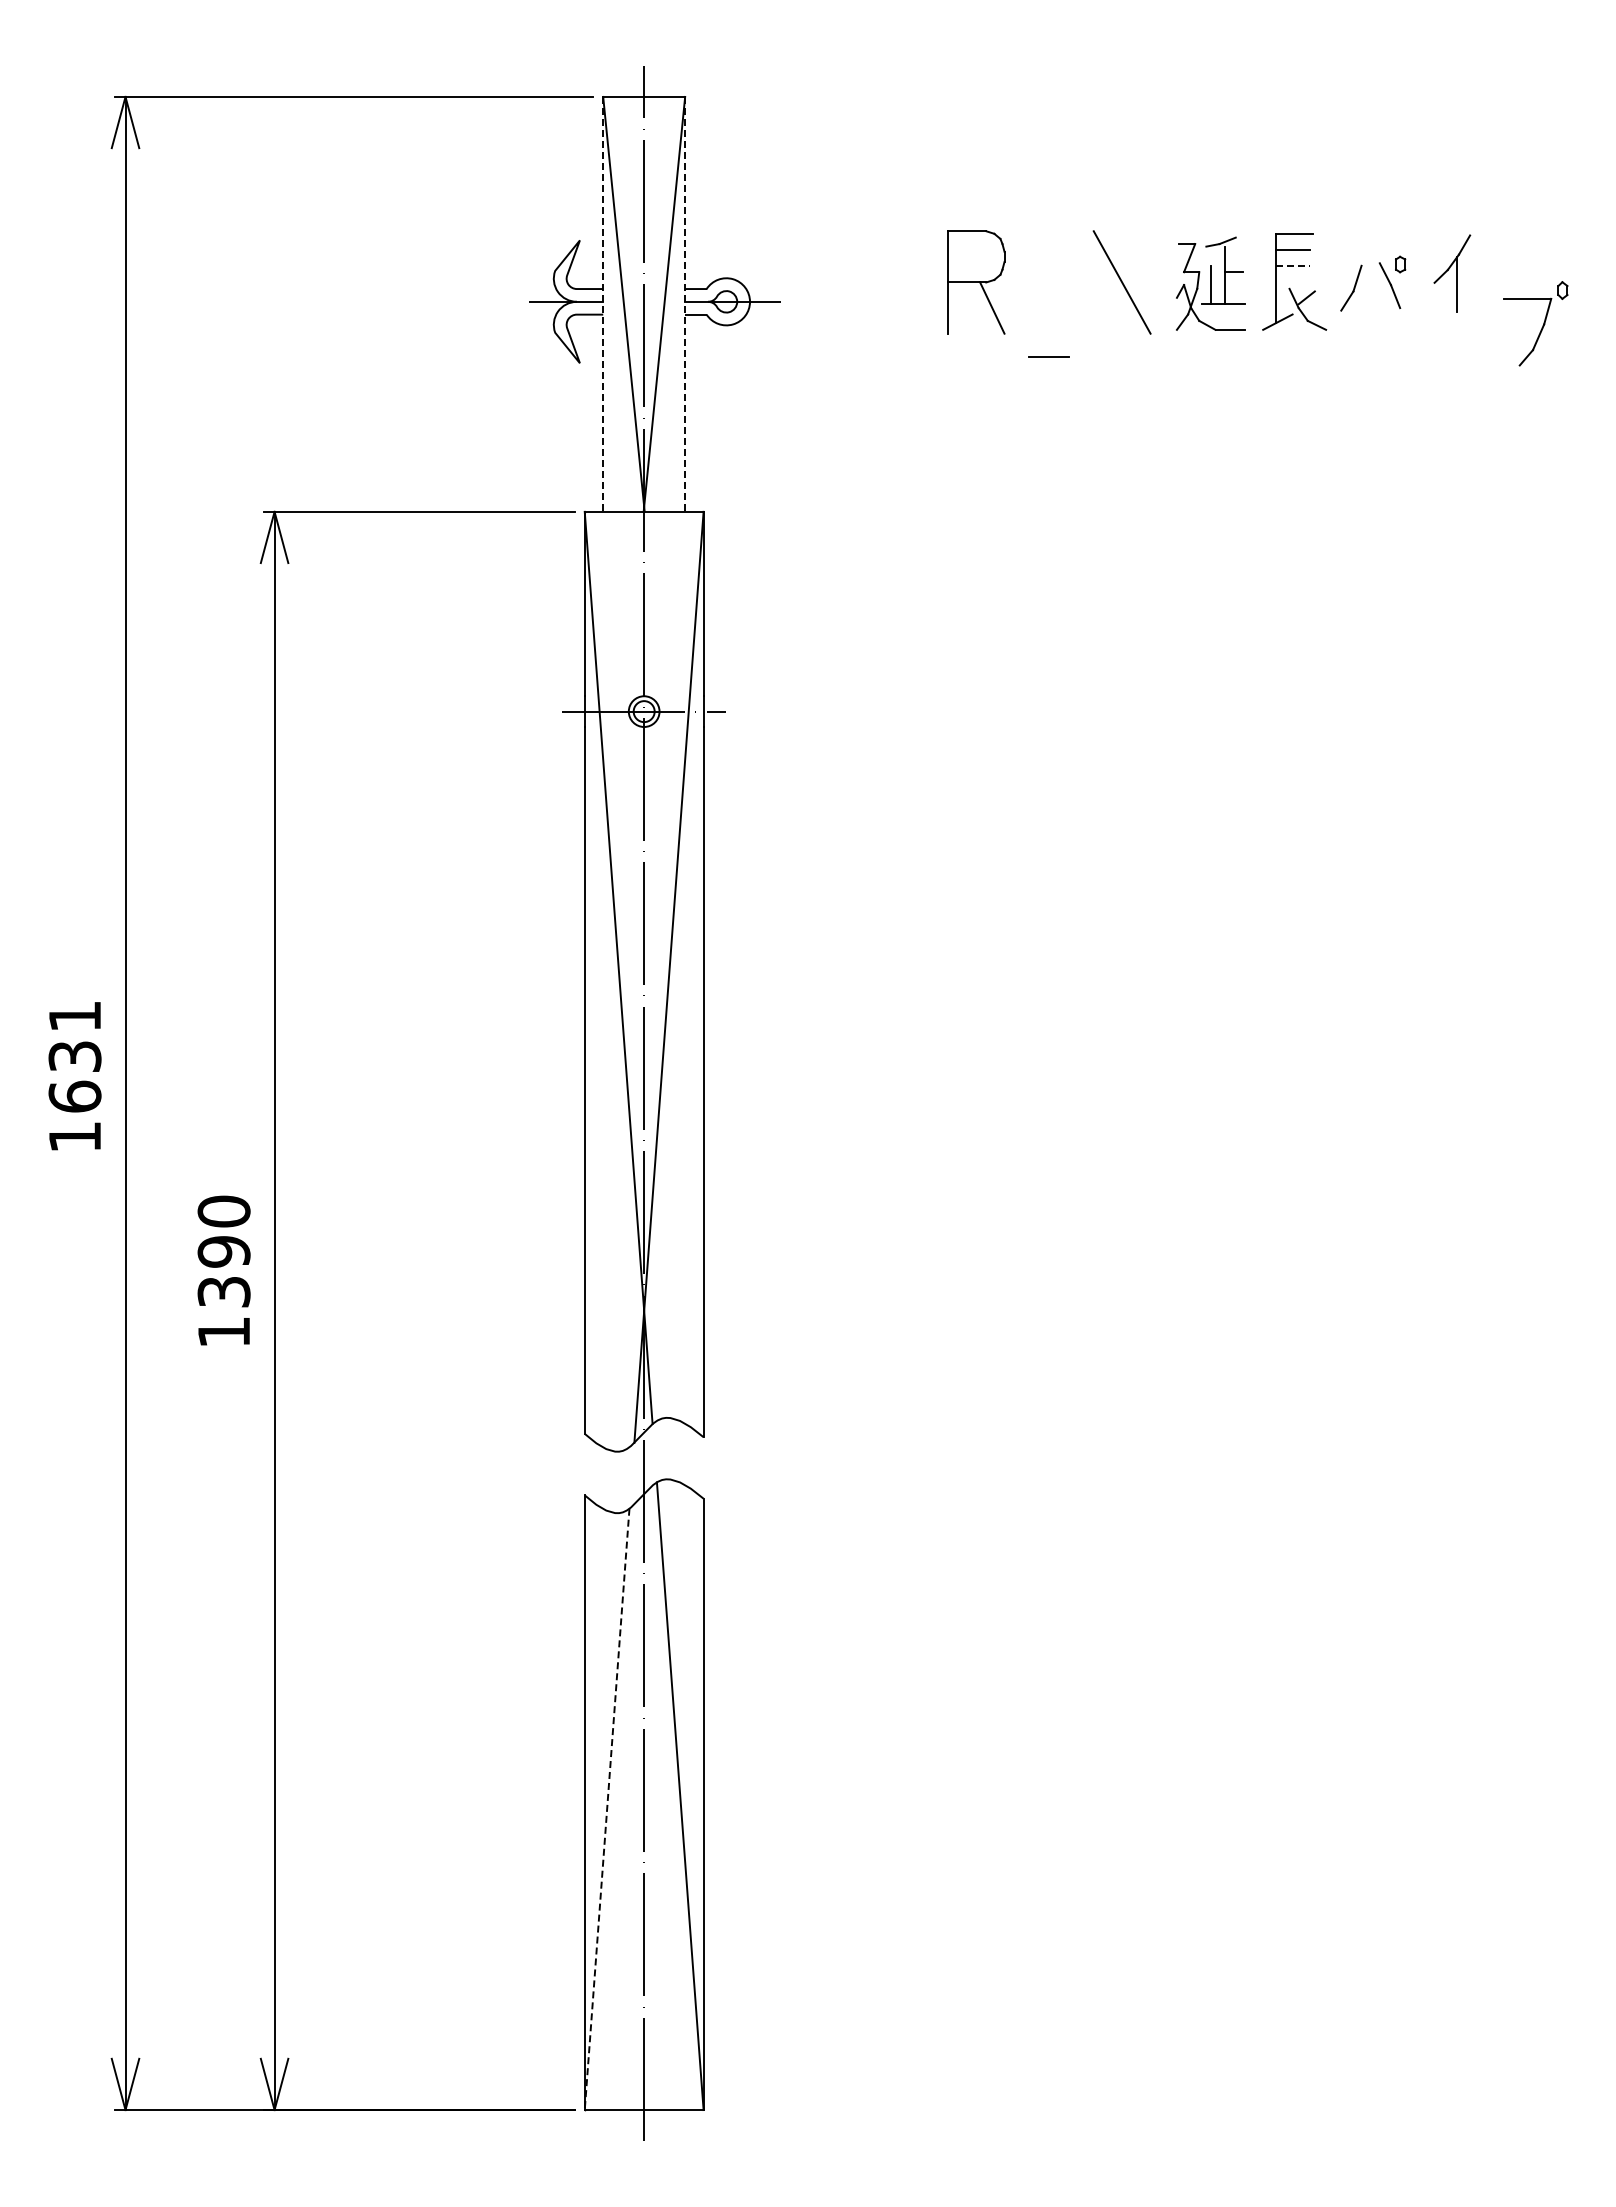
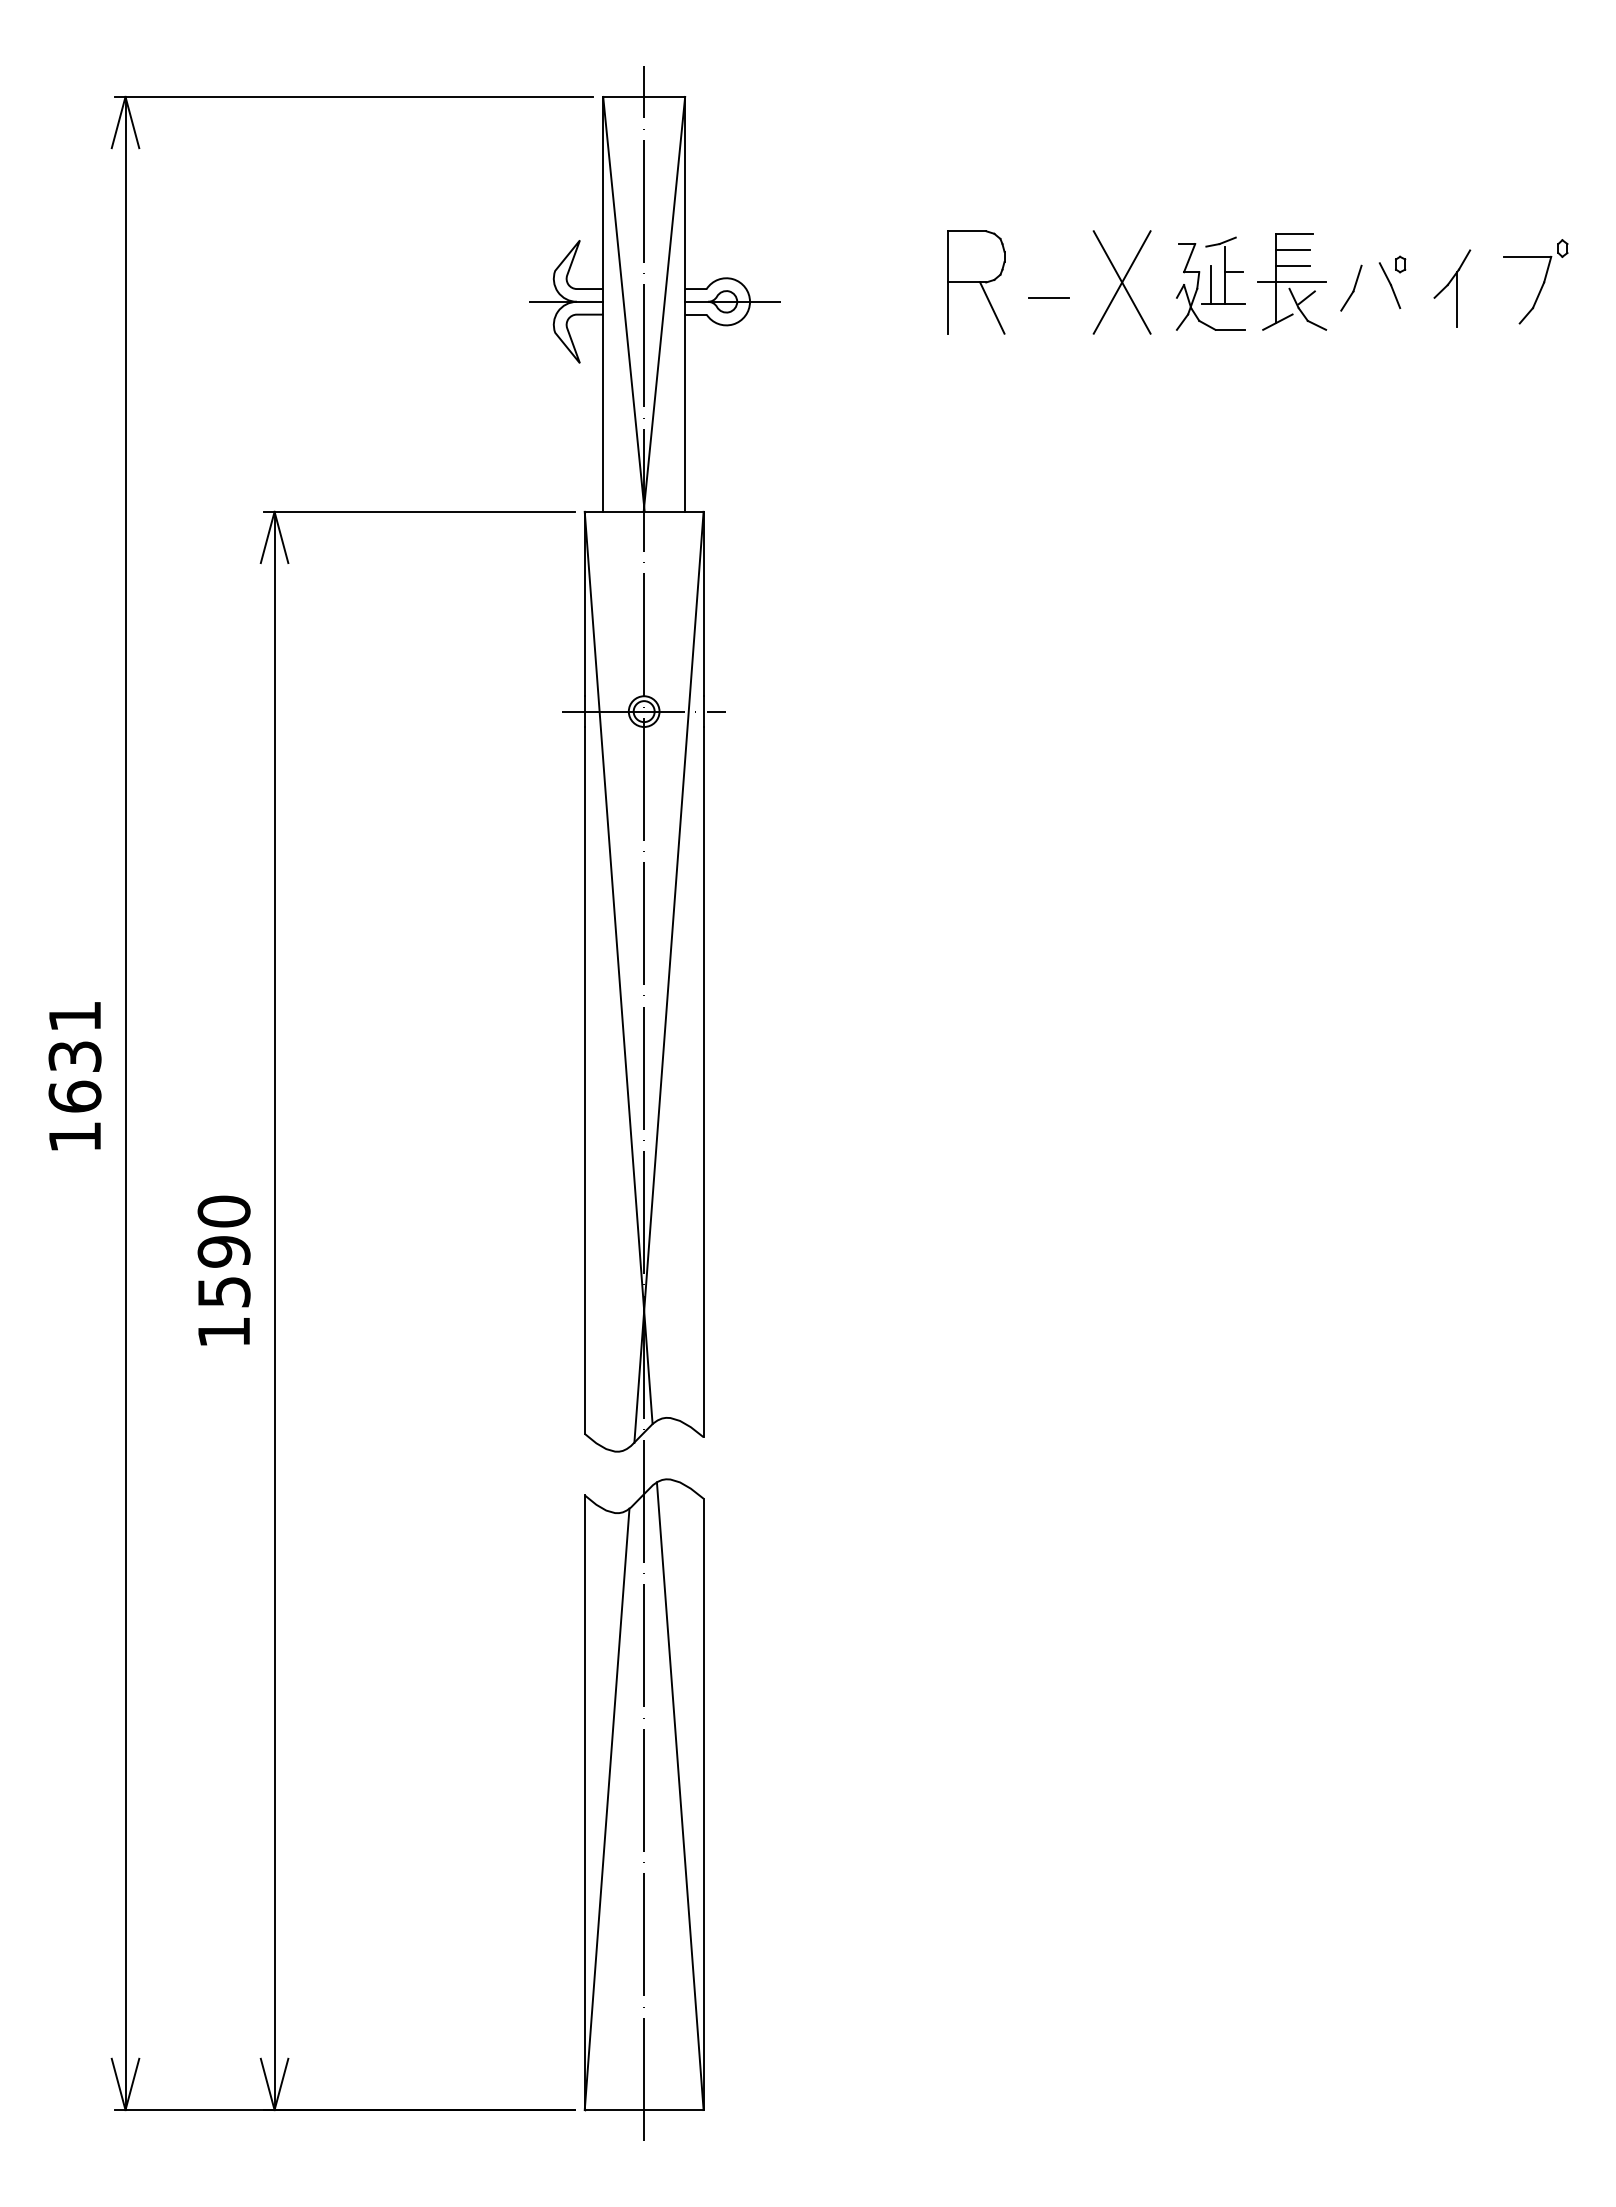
line at (1293, 265): dashed -> solid
part at (1452, 273) position: (1452, 273) -> (1452, 288)
line at (1121, 282): none -> present
line at (1292, 282): none -> present
line at (603, 304): dashed -> solid
line at (685, 304): dashed -> solid
part at (1541, 327) position: (1541, 327) -> (1541, 285)
line at (1048, 356) position: (1048, 356) -> (1048, 297)
text at (223, 1291): 1390 -> 1590
line at (607, 1809): dashed -> solid
